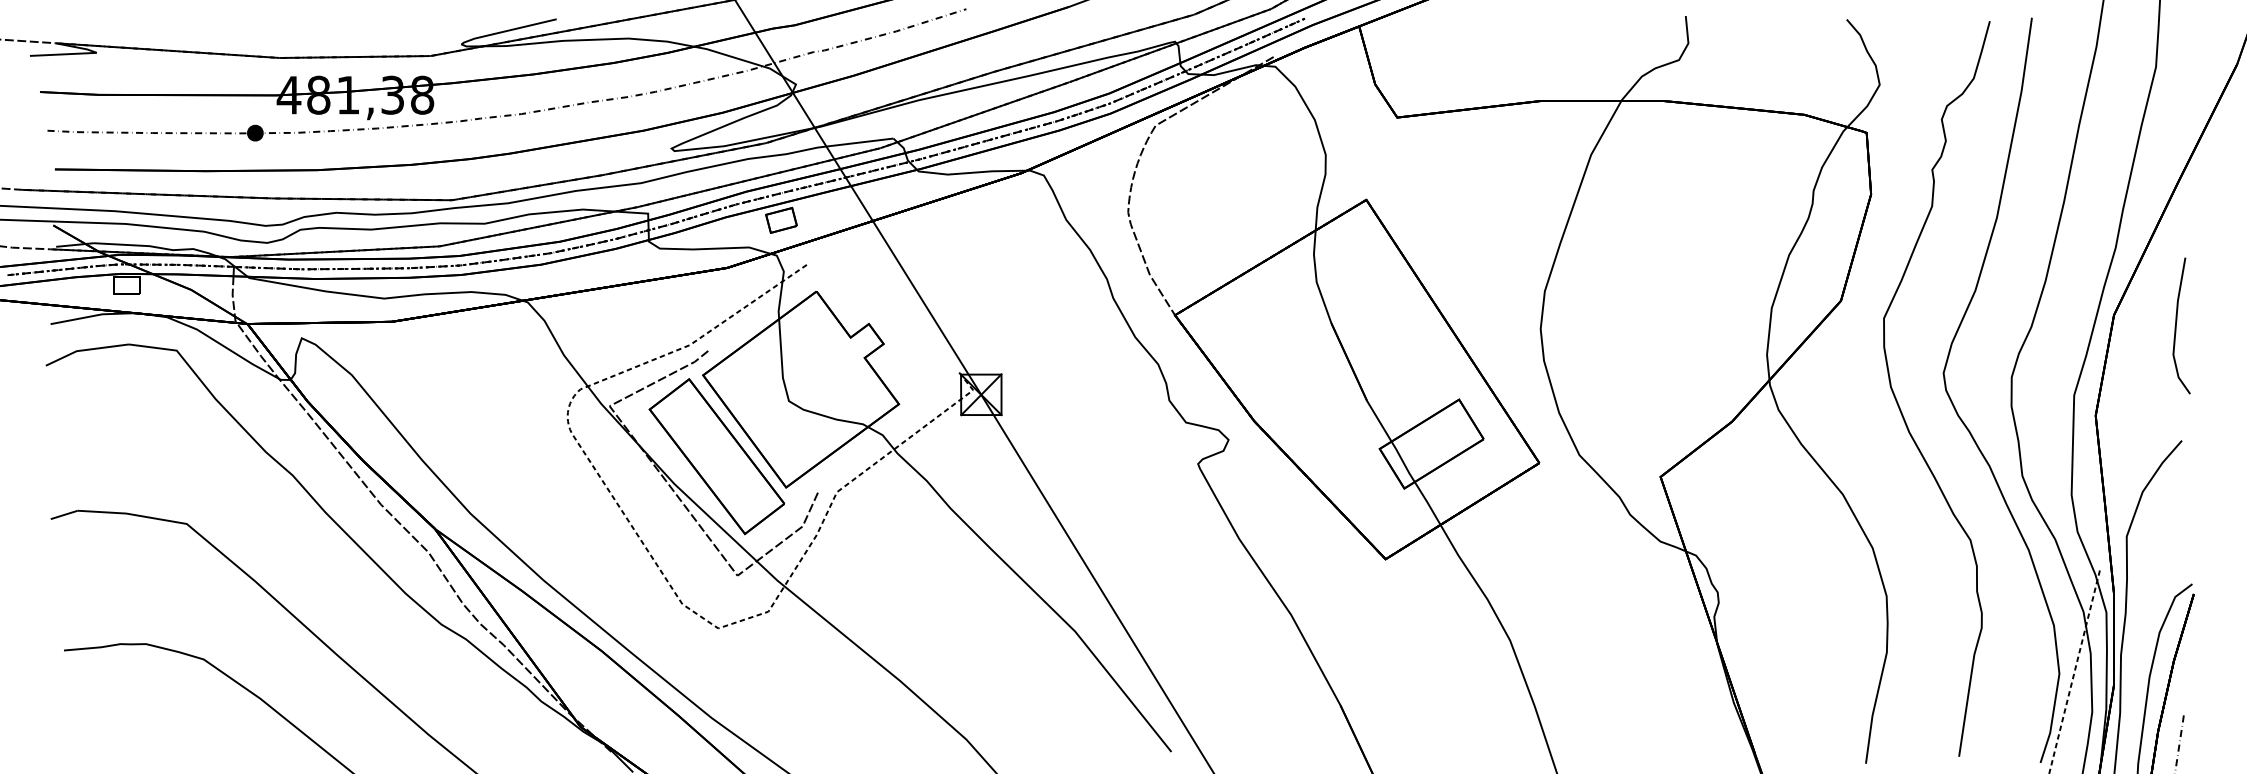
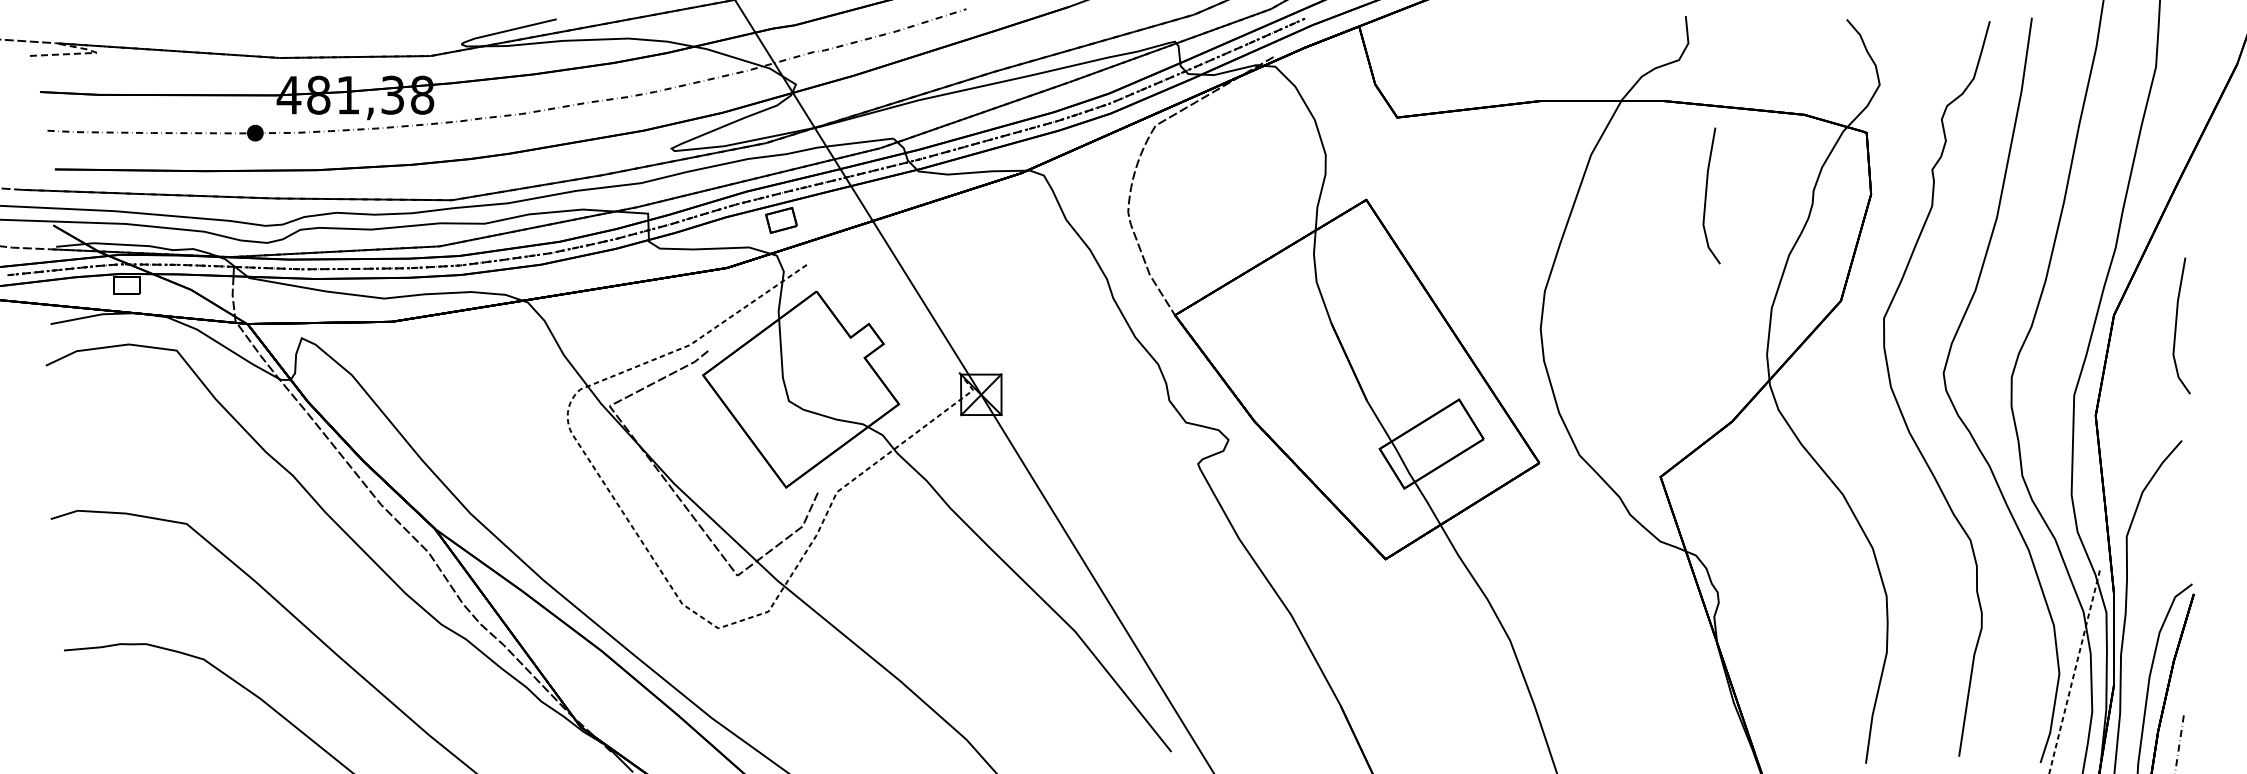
line at (86, 53): solid -> dashed
line at (1706, 195): none -> present
part at (716, 456): present -> none
